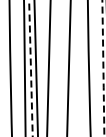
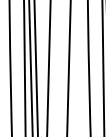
line at (30, 68): dashed -> solid
arc at (103, 69): dashed -> solid
